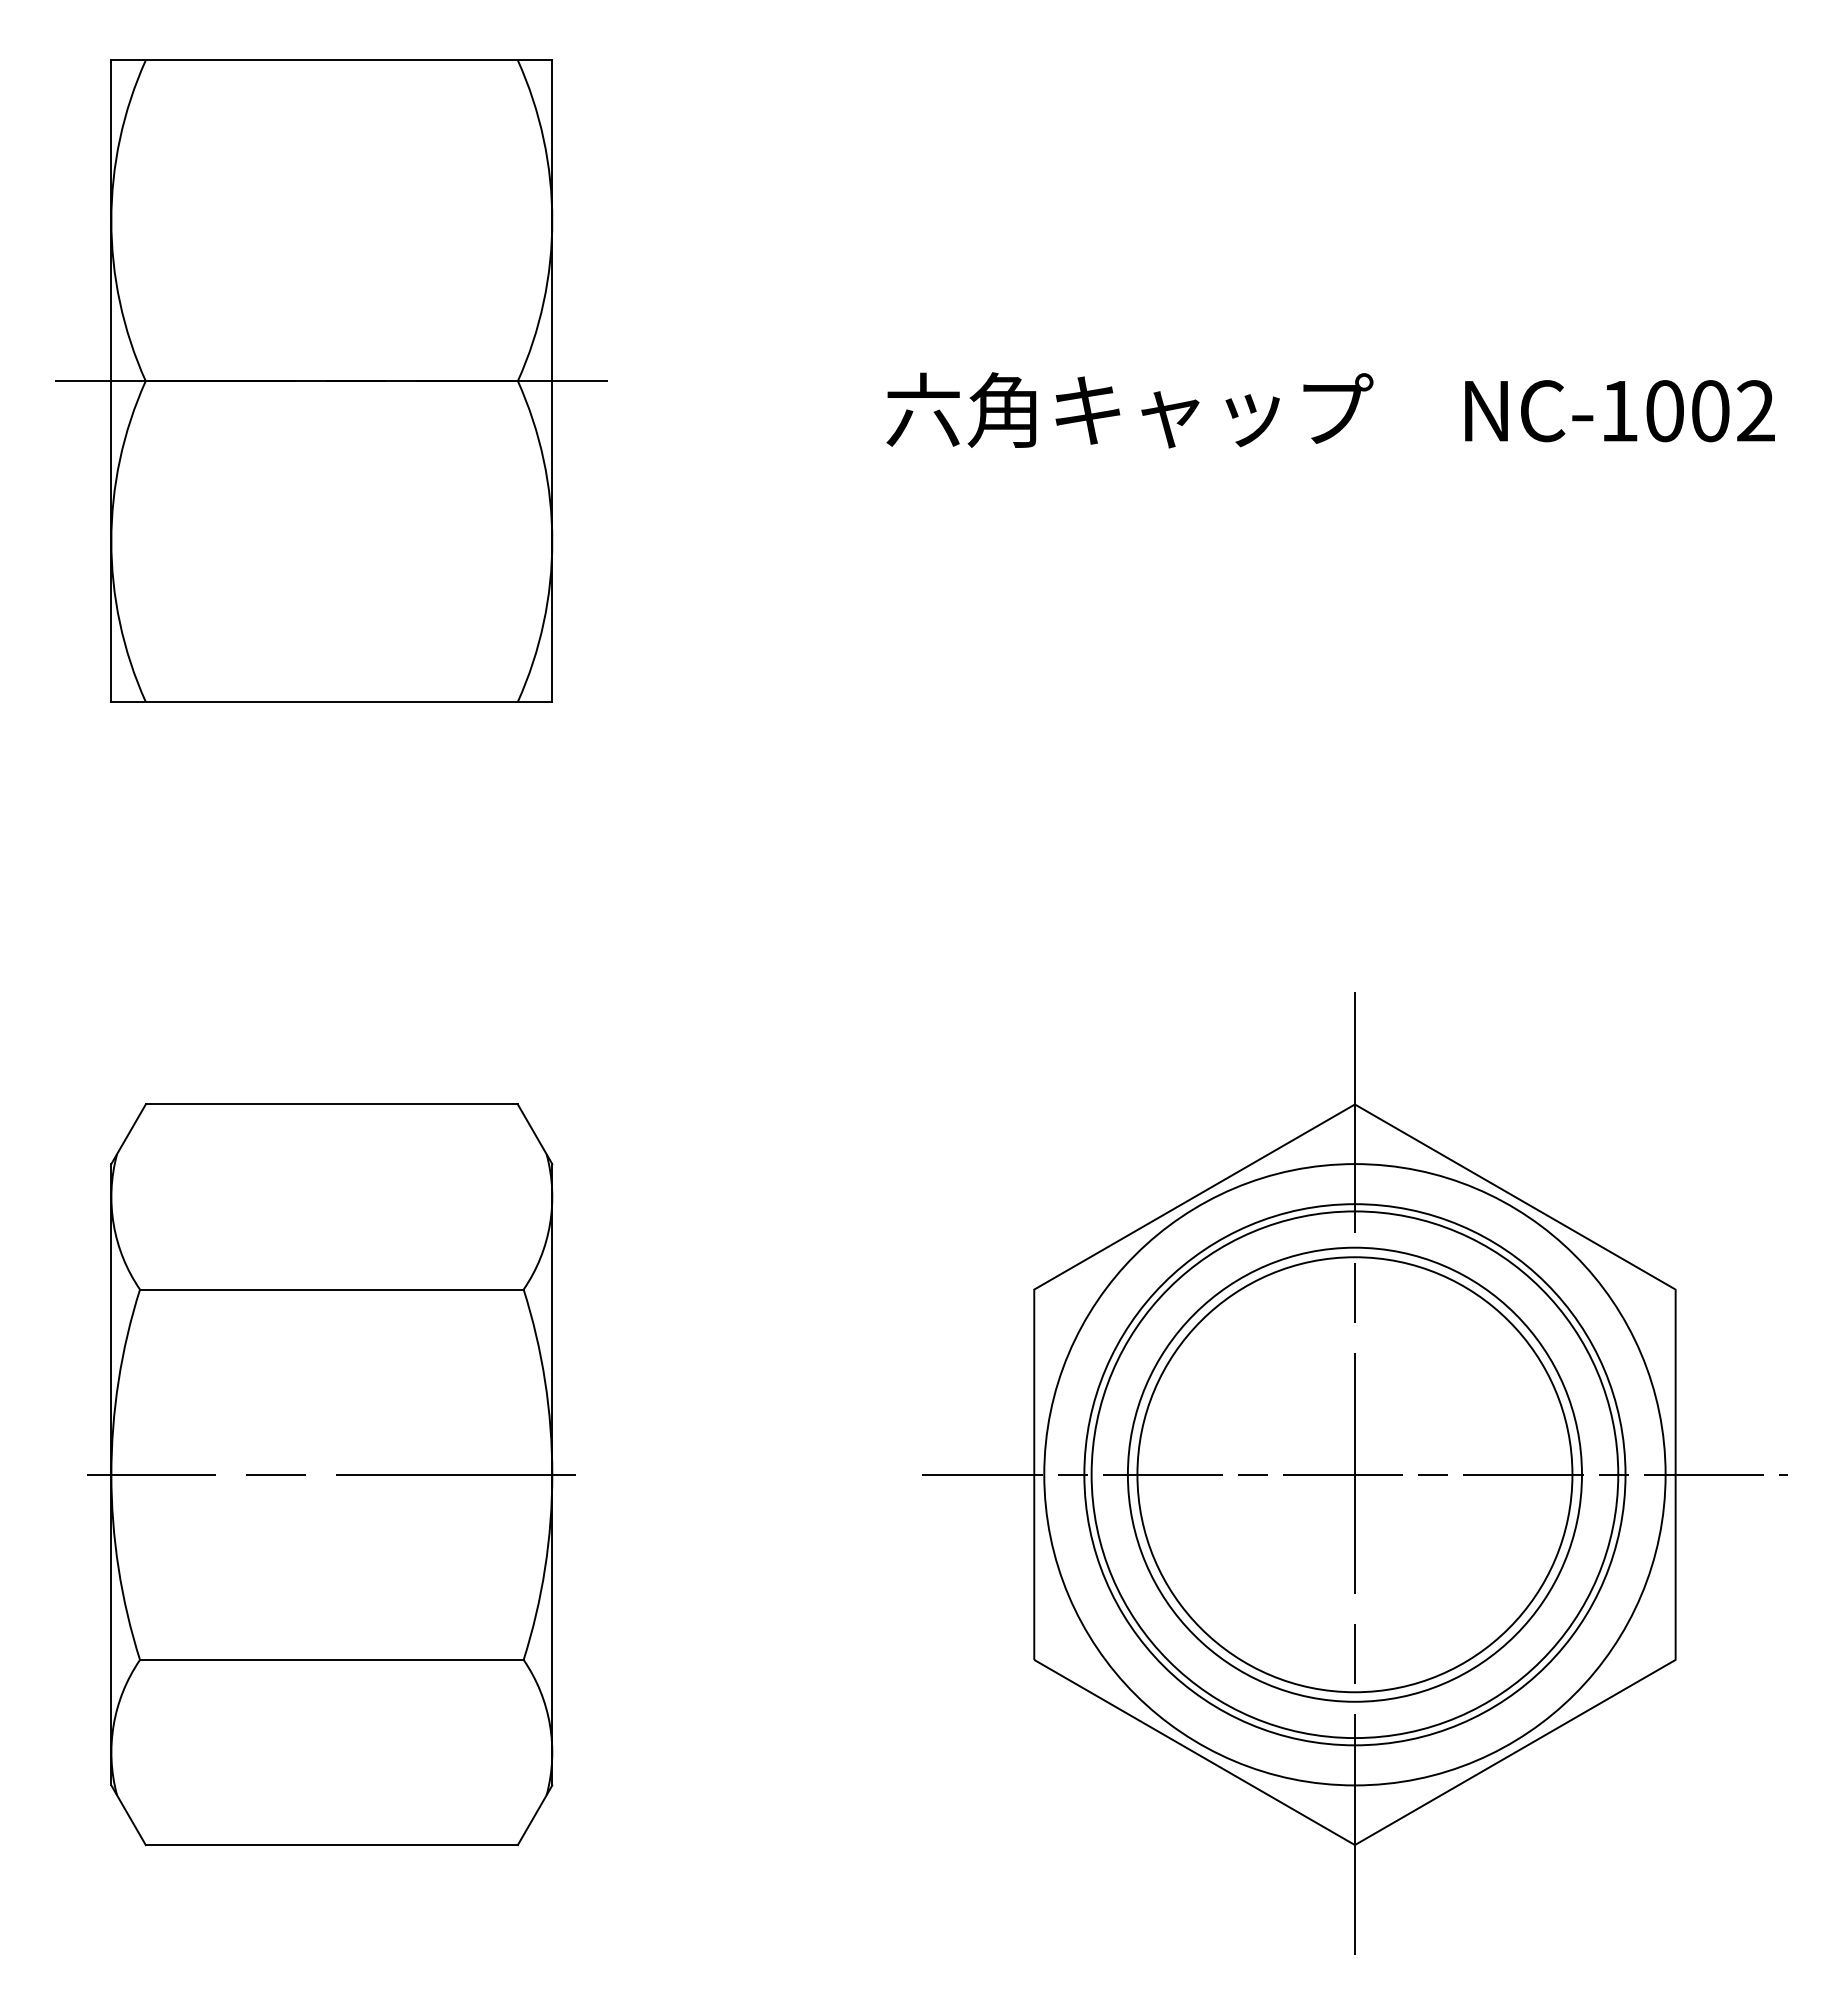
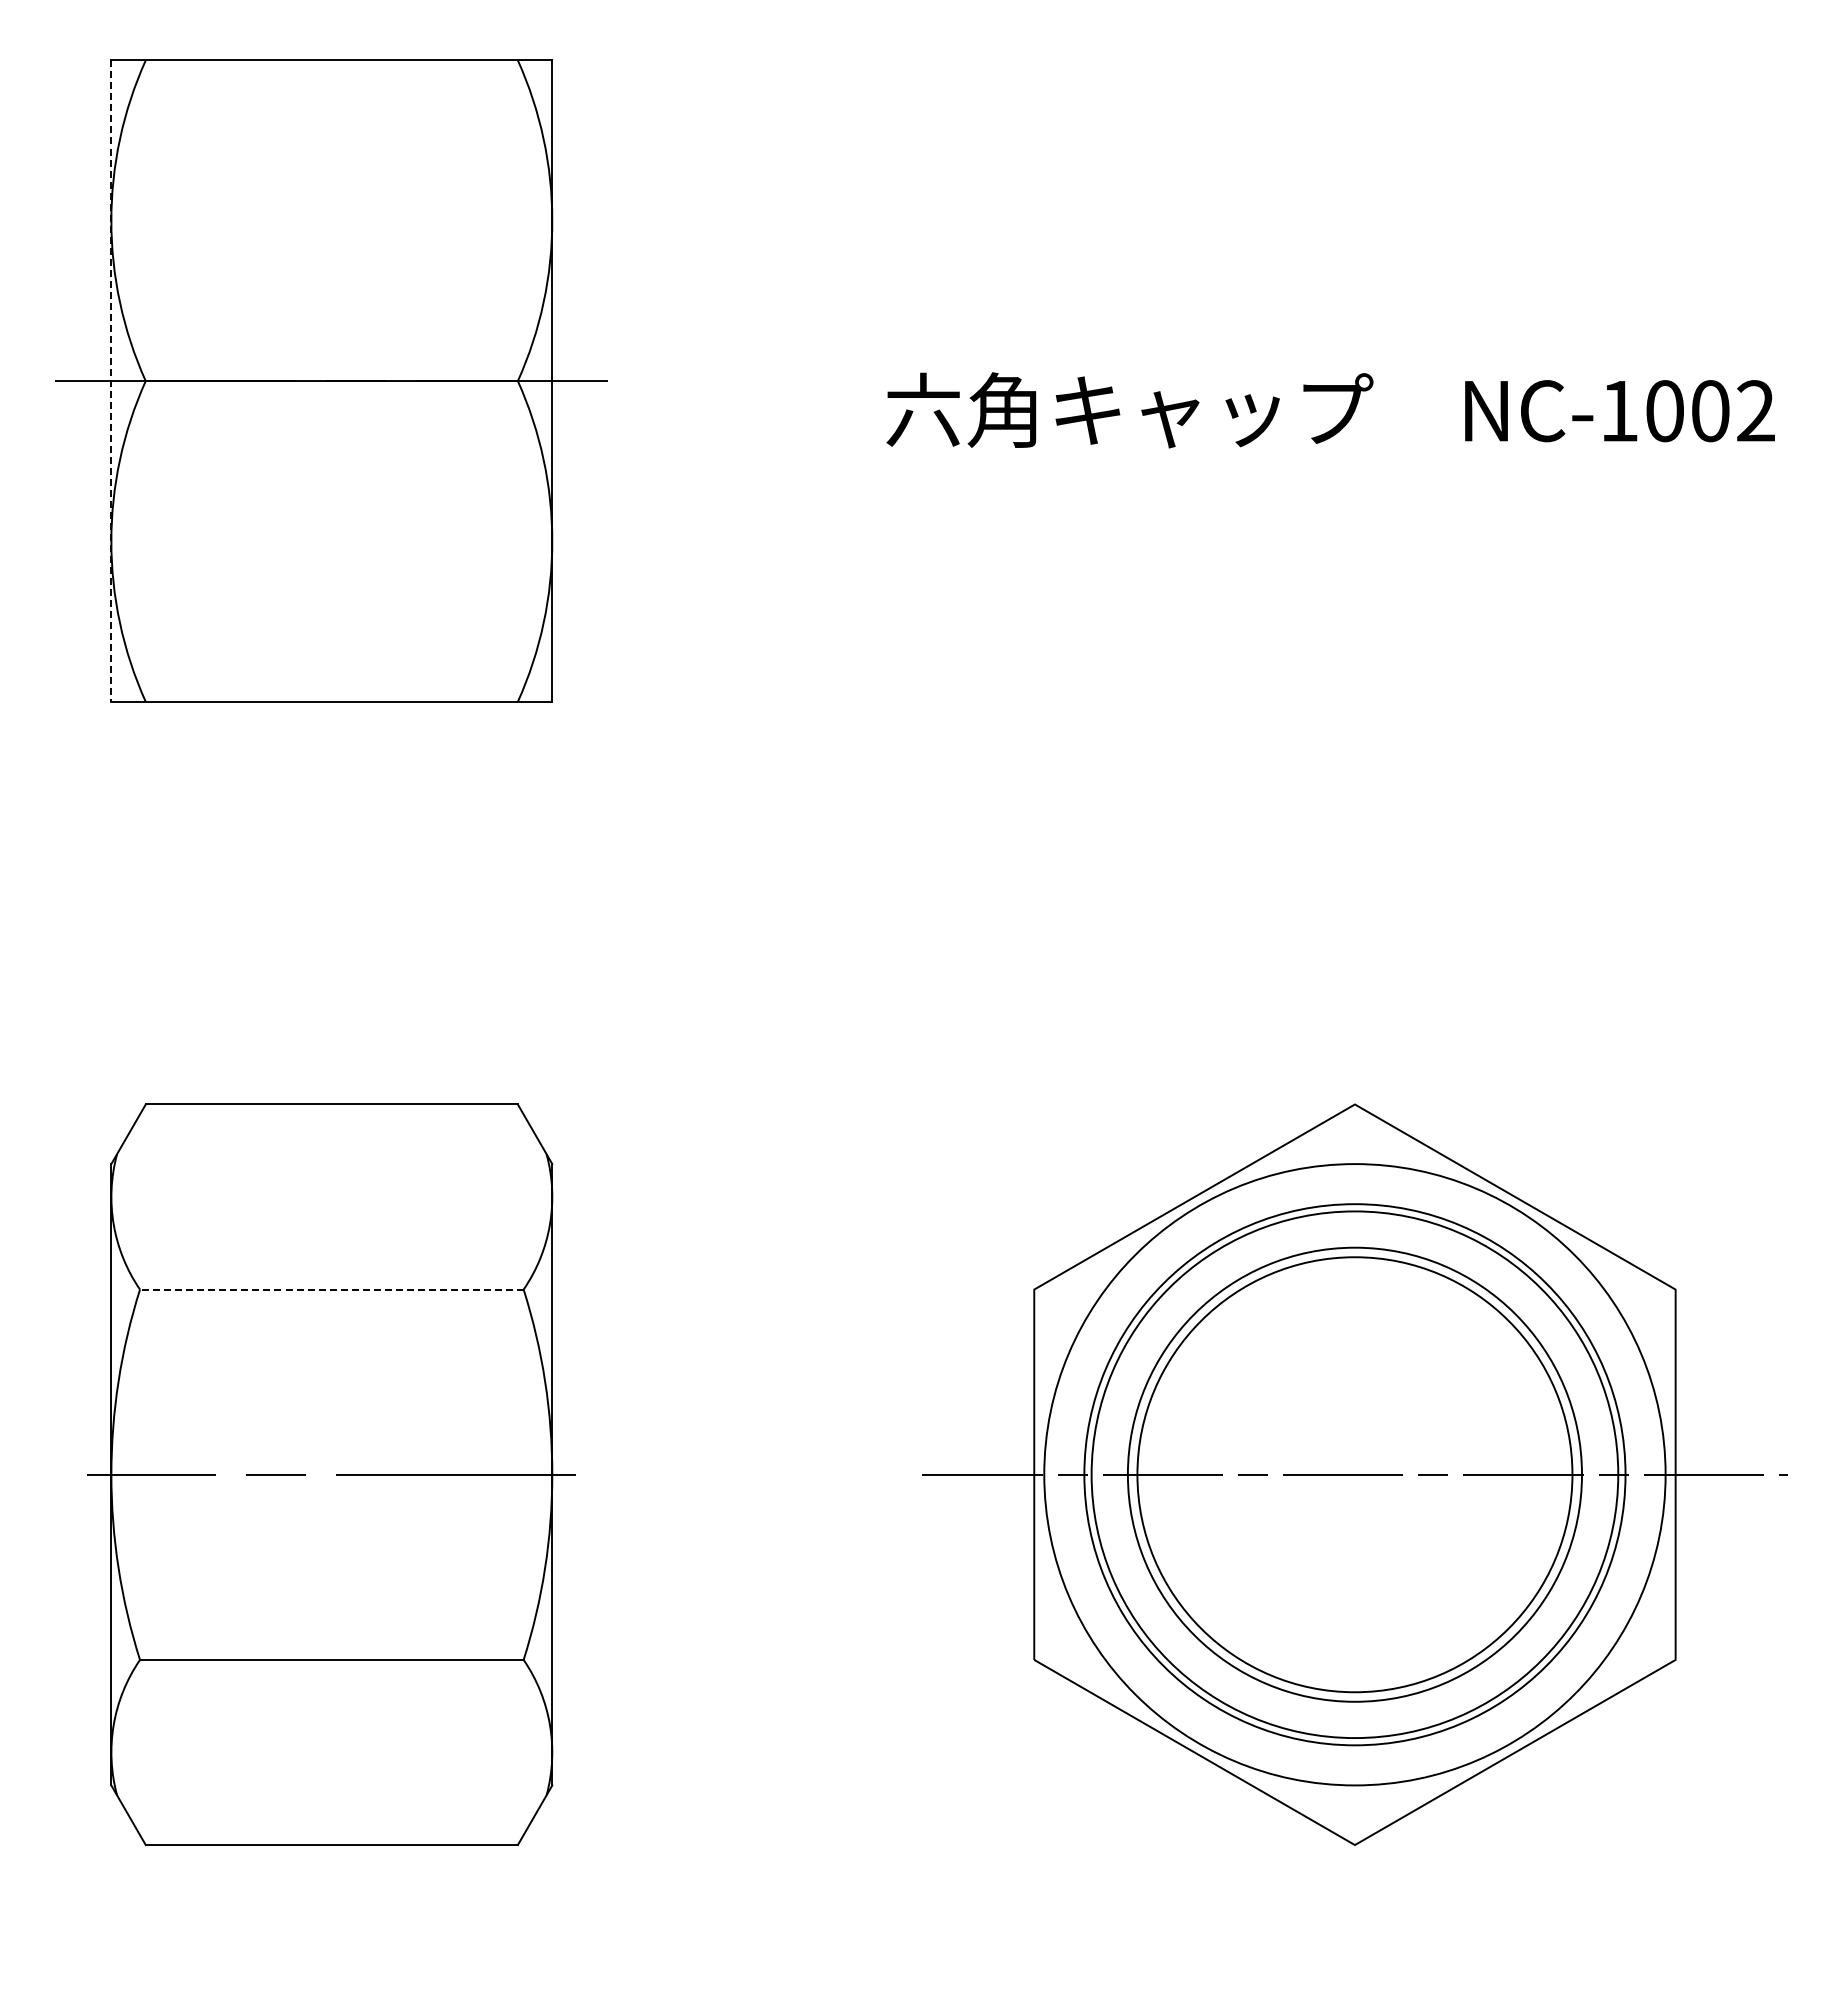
line at (111, 381): solid -> dashed
line at (331, 1289): solid -> dashed
line at (1354, 1474): present -> none
